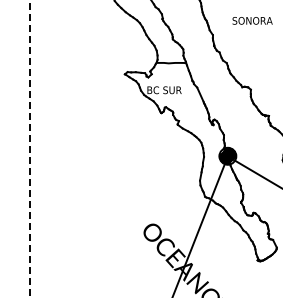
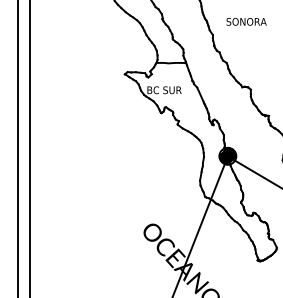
text at (252, 20) position: (252, 20) -> (246, 21)
line at (18, 148): none -> present
line at (30, 148): dashed -> solid
